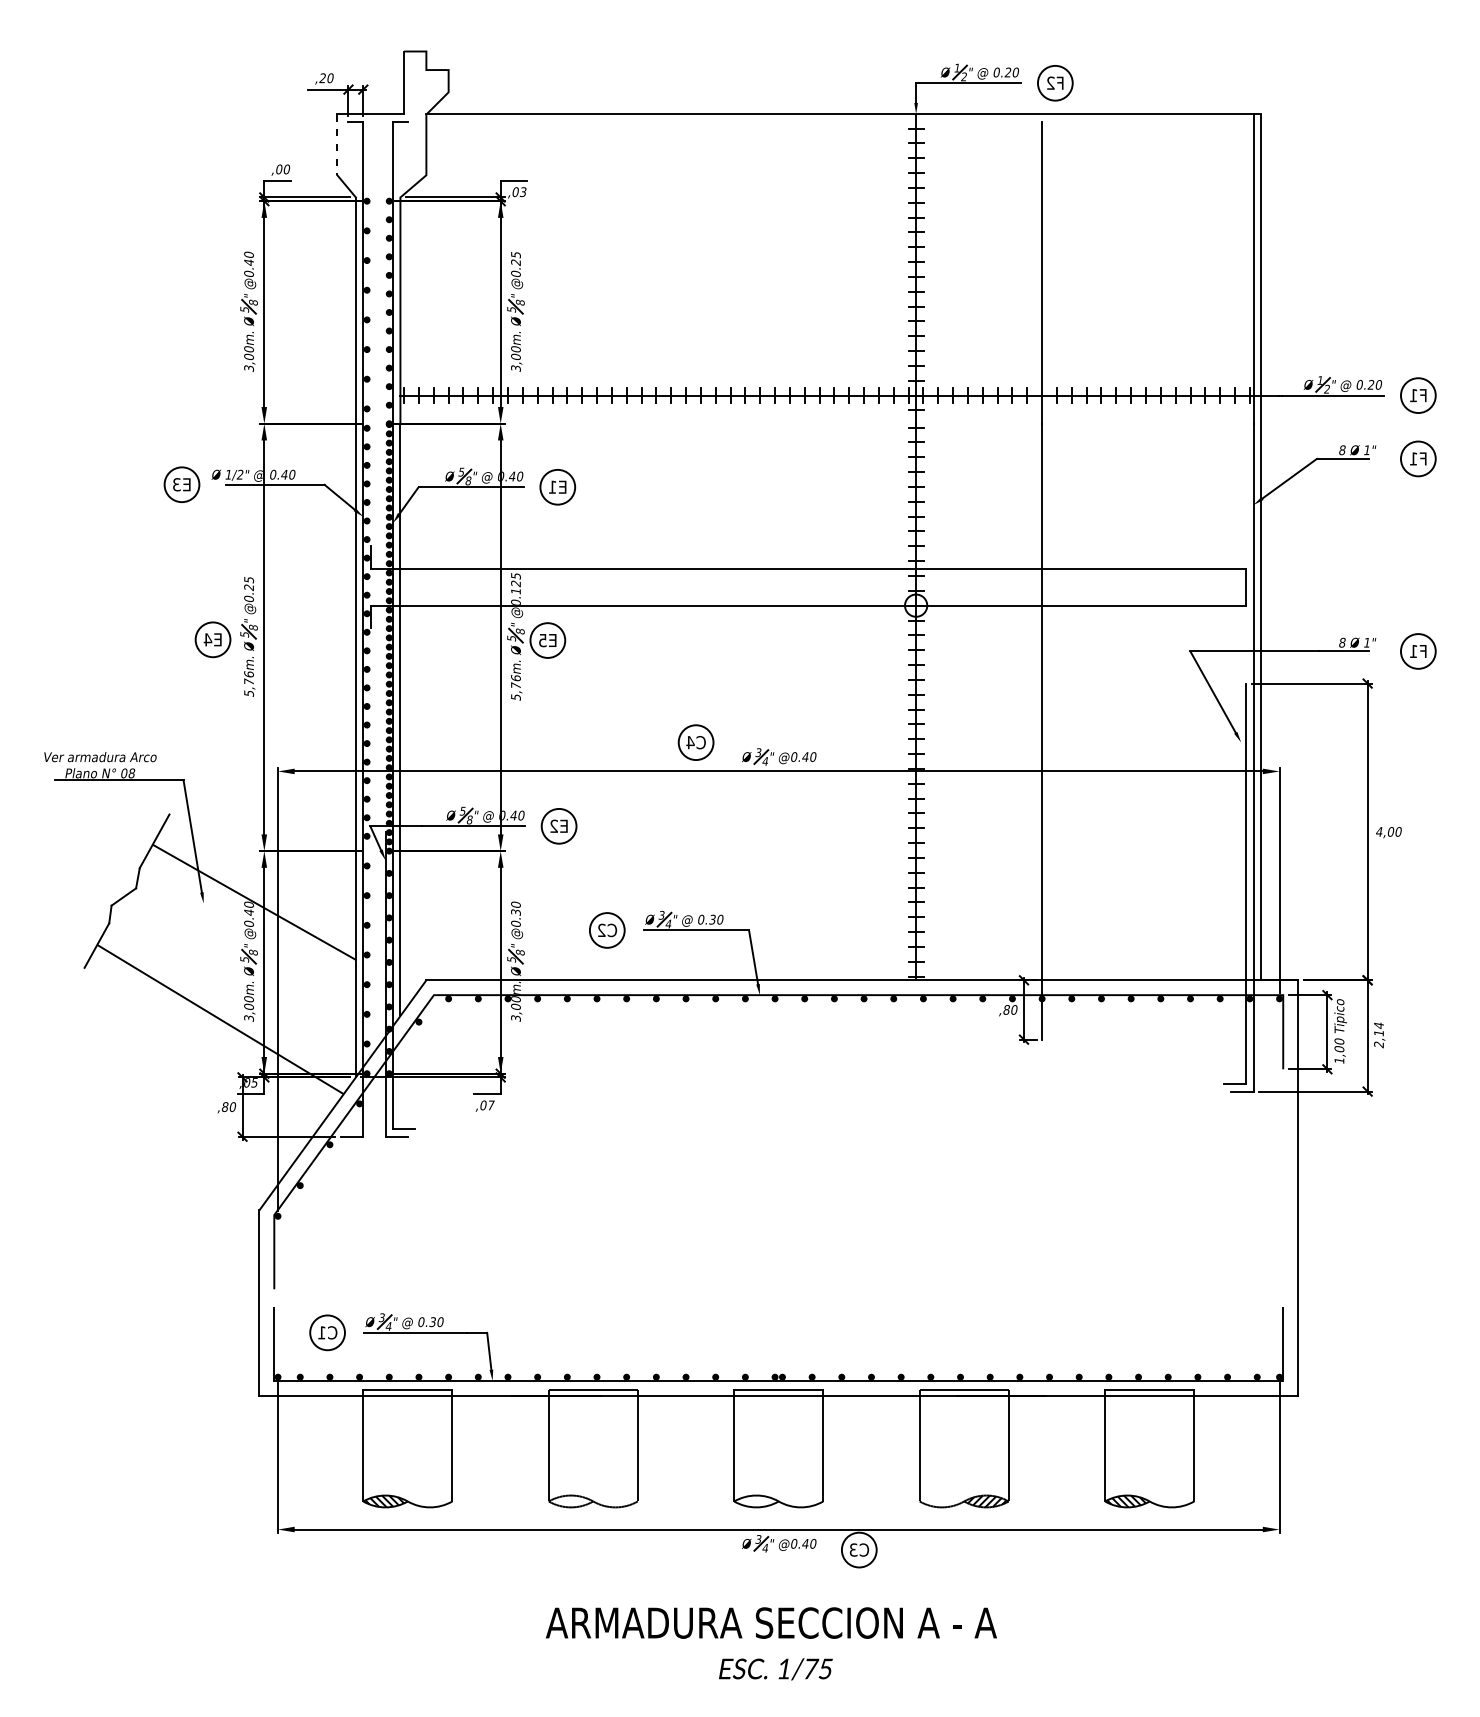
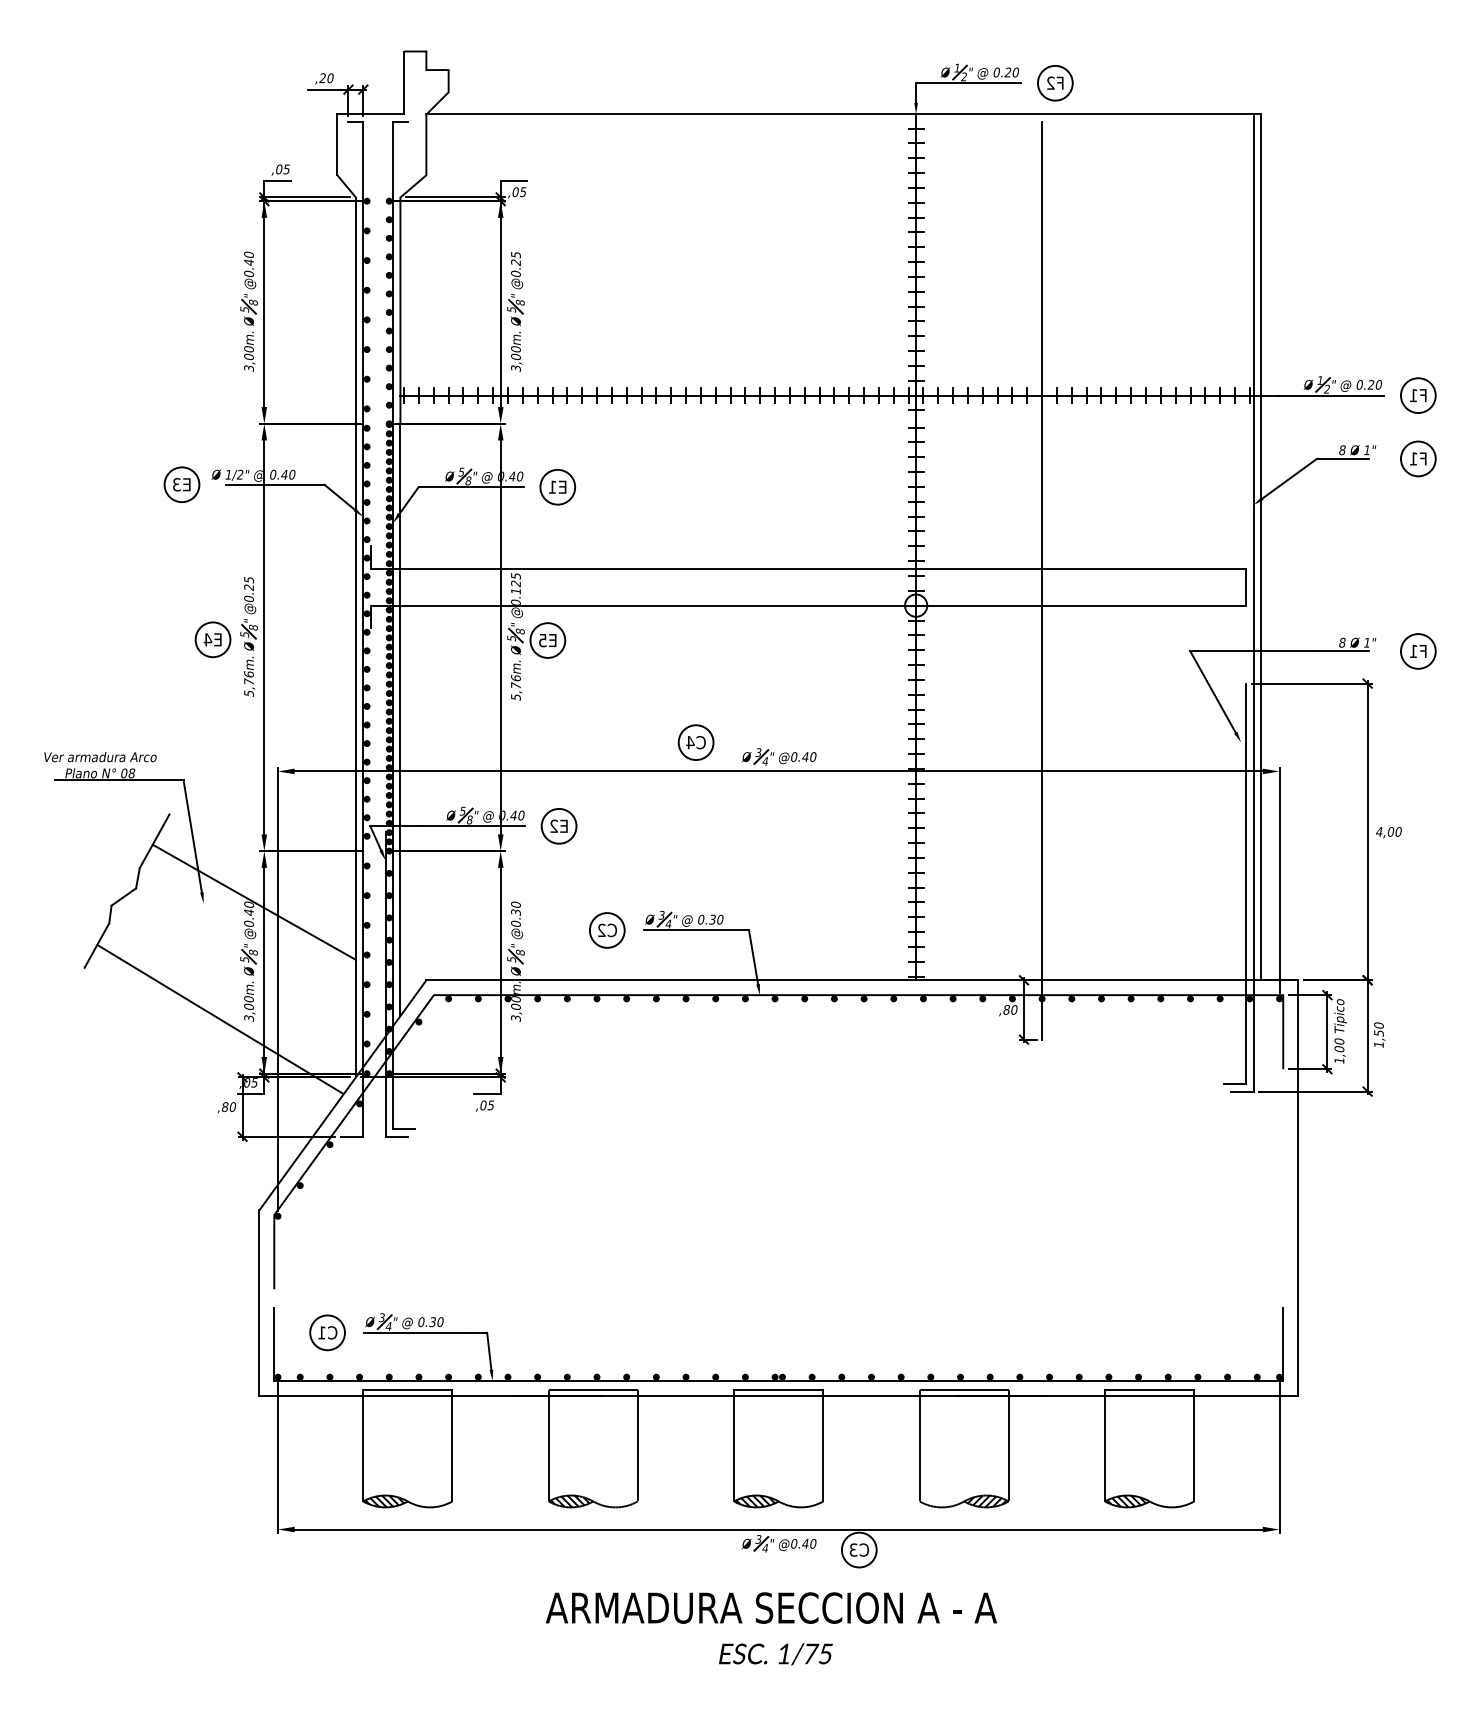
line at (337, 144): dashed -> solid
text at (286, 169): ,00 -> ,05
text at (523, 191): ,03 -> ,05
text at (1378, 1035): 2,14 -> 1,50
text at (490, 1105): ,07 -> ,05
hatch at (569, 1501): none -> present
hatch at (755, 1501): none -> present
text at (771, 1643) position: (771, 1643) -> (771, 1628)
